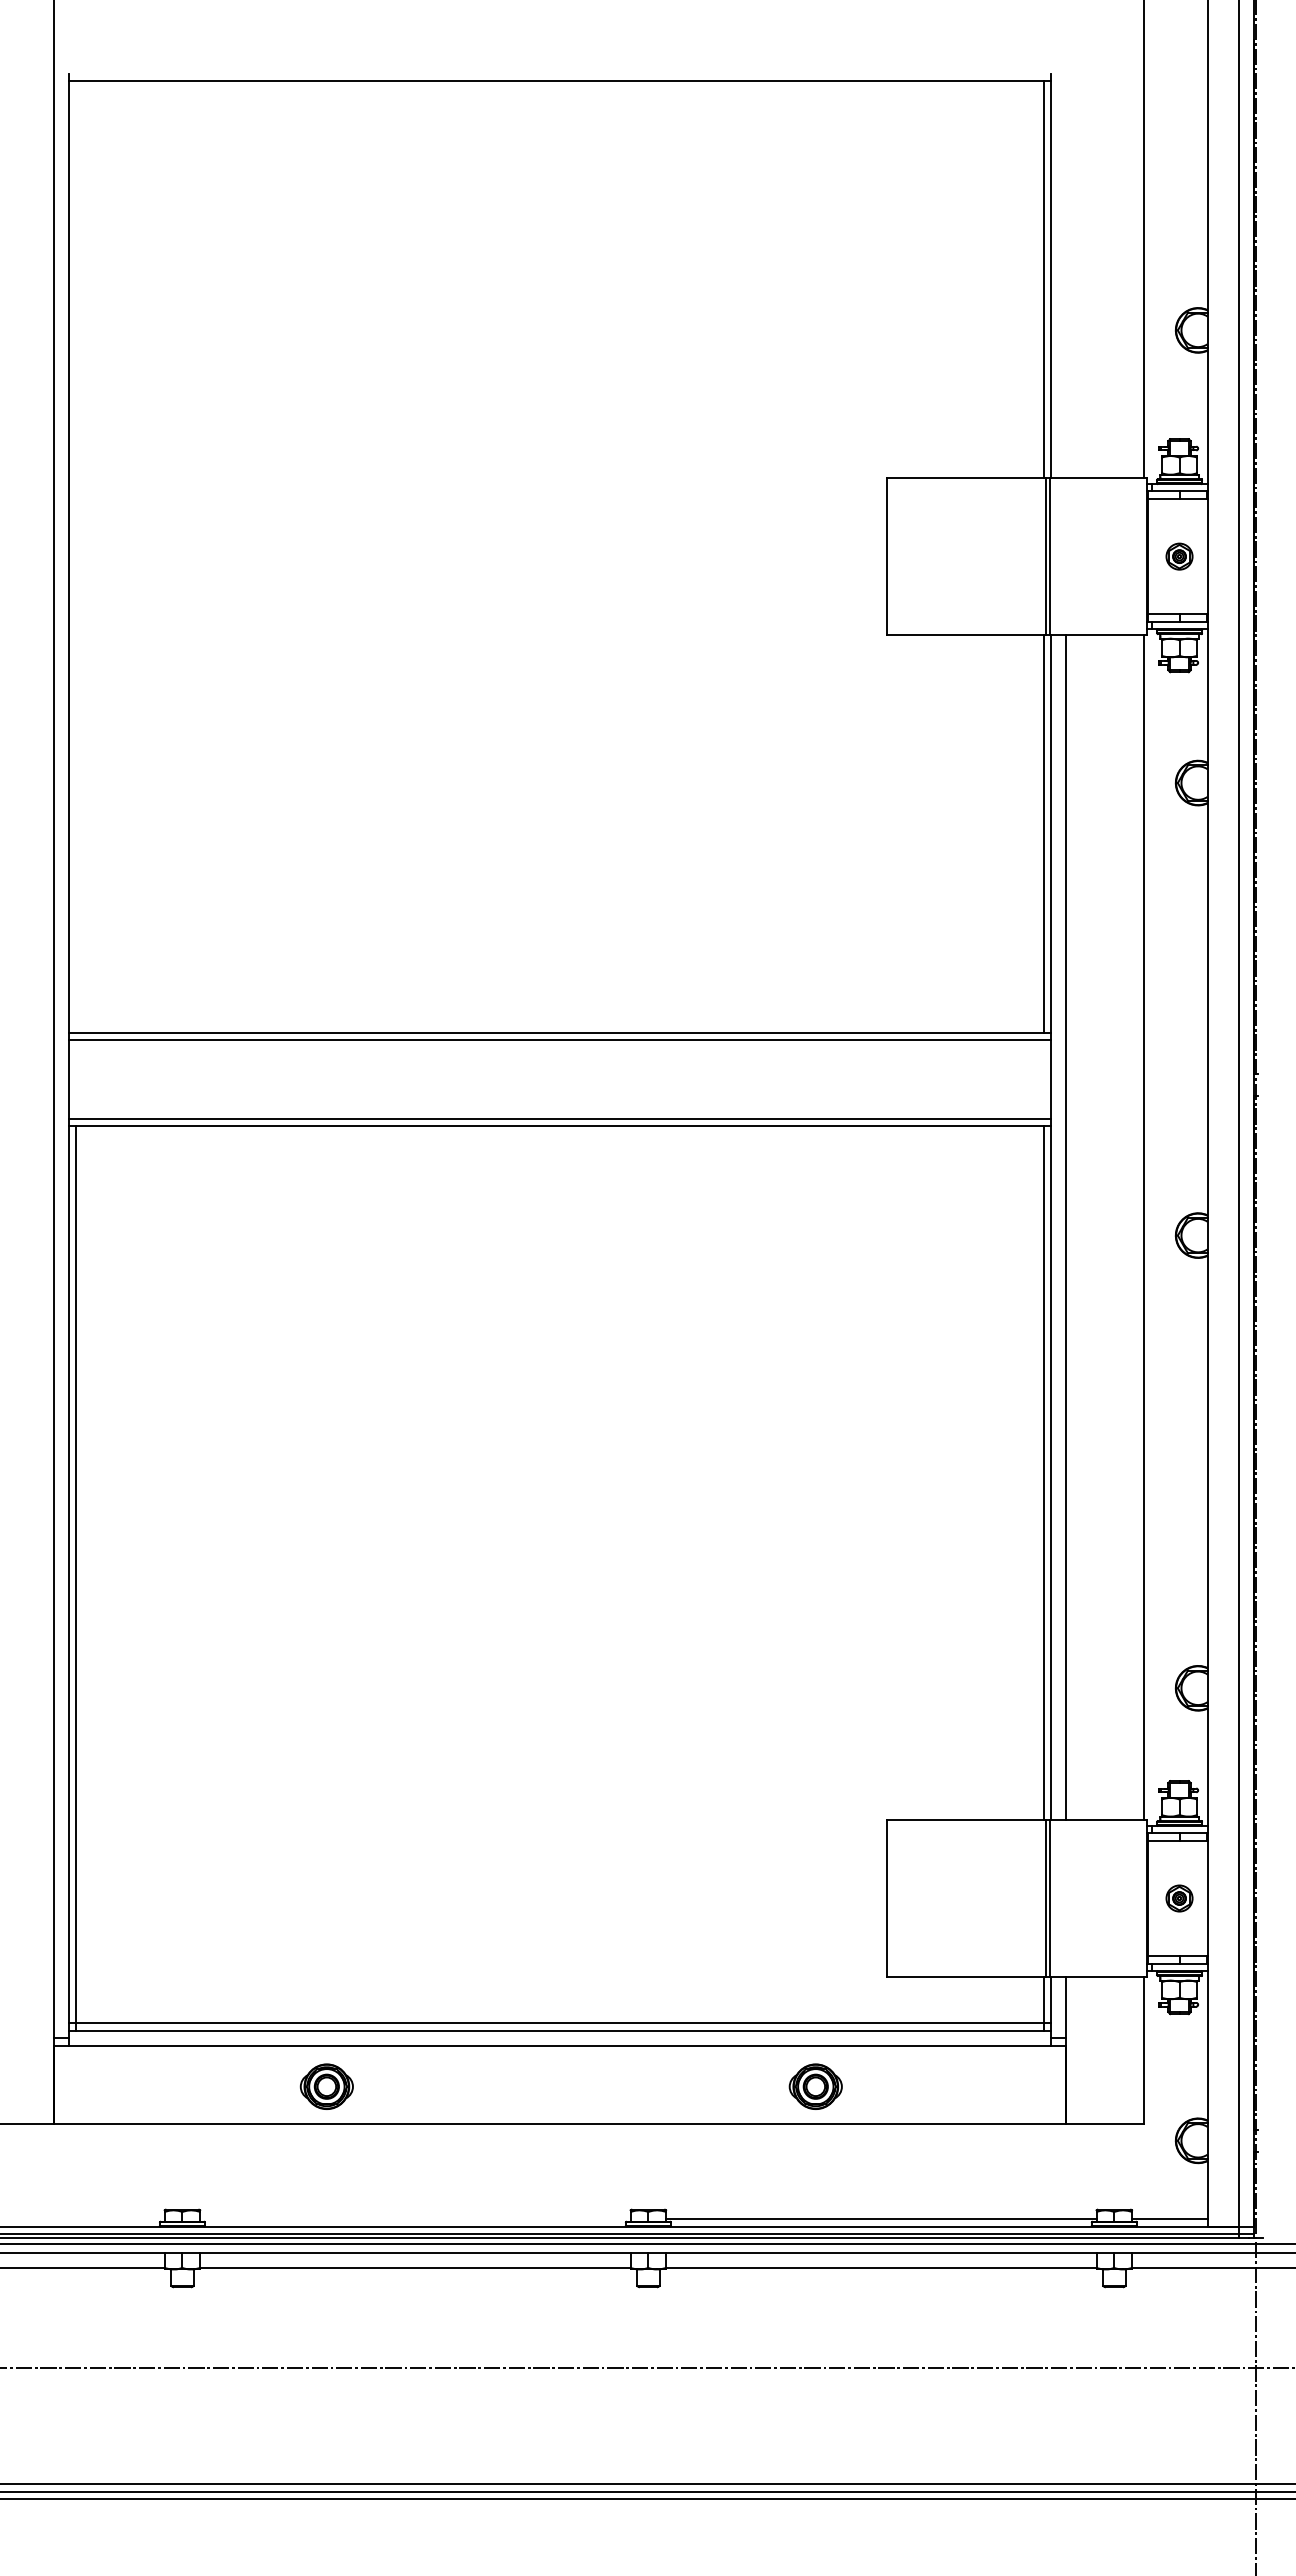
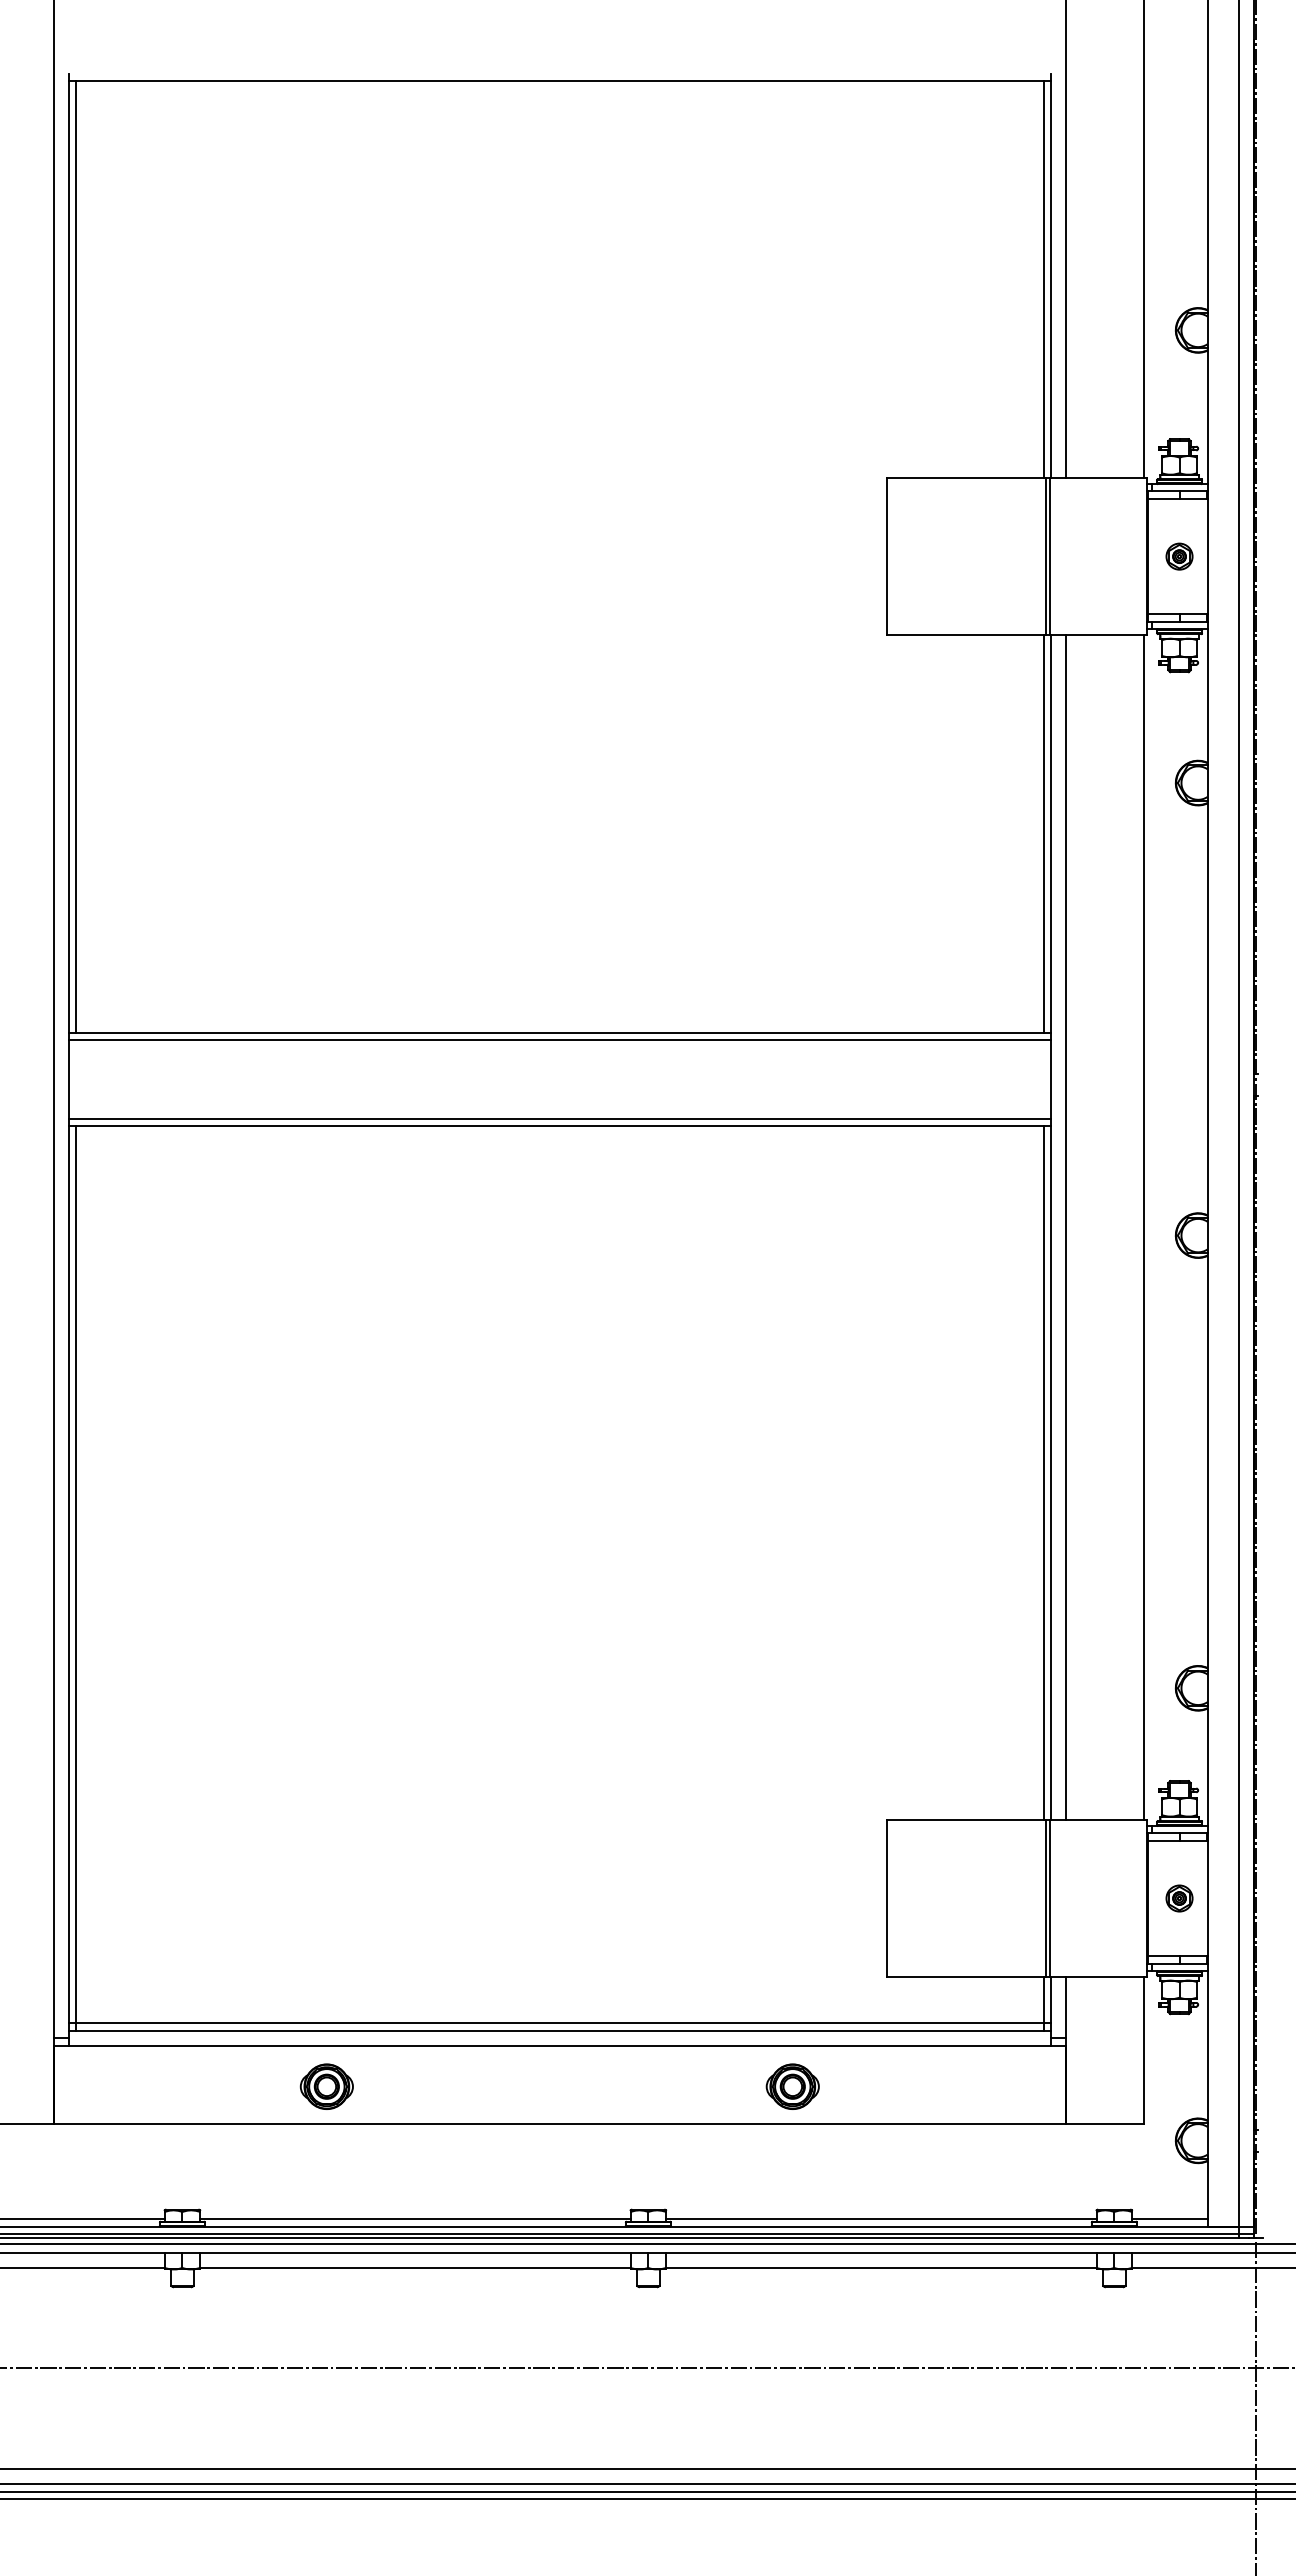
line at (1065, 240): none -> present
line at (76, 556): none -> present
part at (815, 2086) position: (815, 2086) -> (792, 2086)
line at (83, 2219): none -> present
line at (415, 2219): none -> present
line at (647, 2468): none -> present
